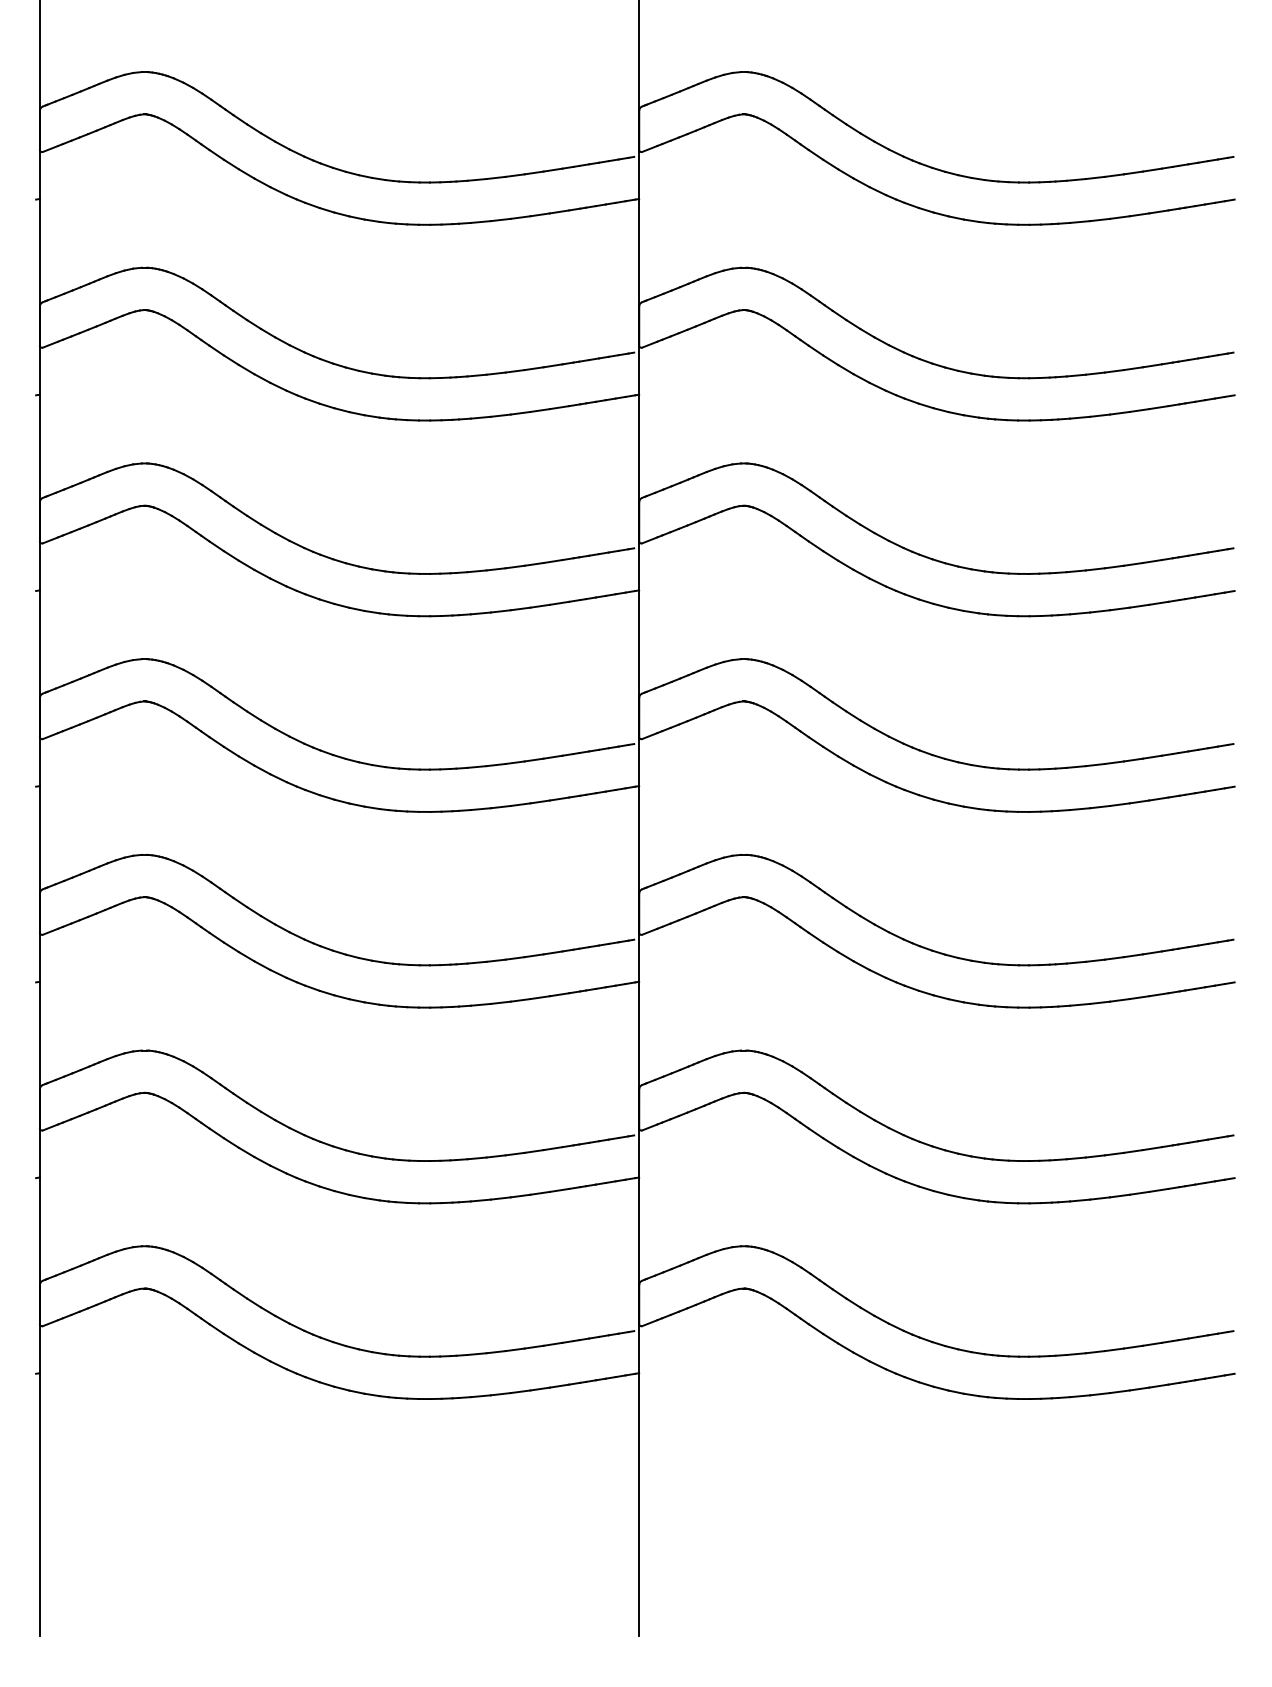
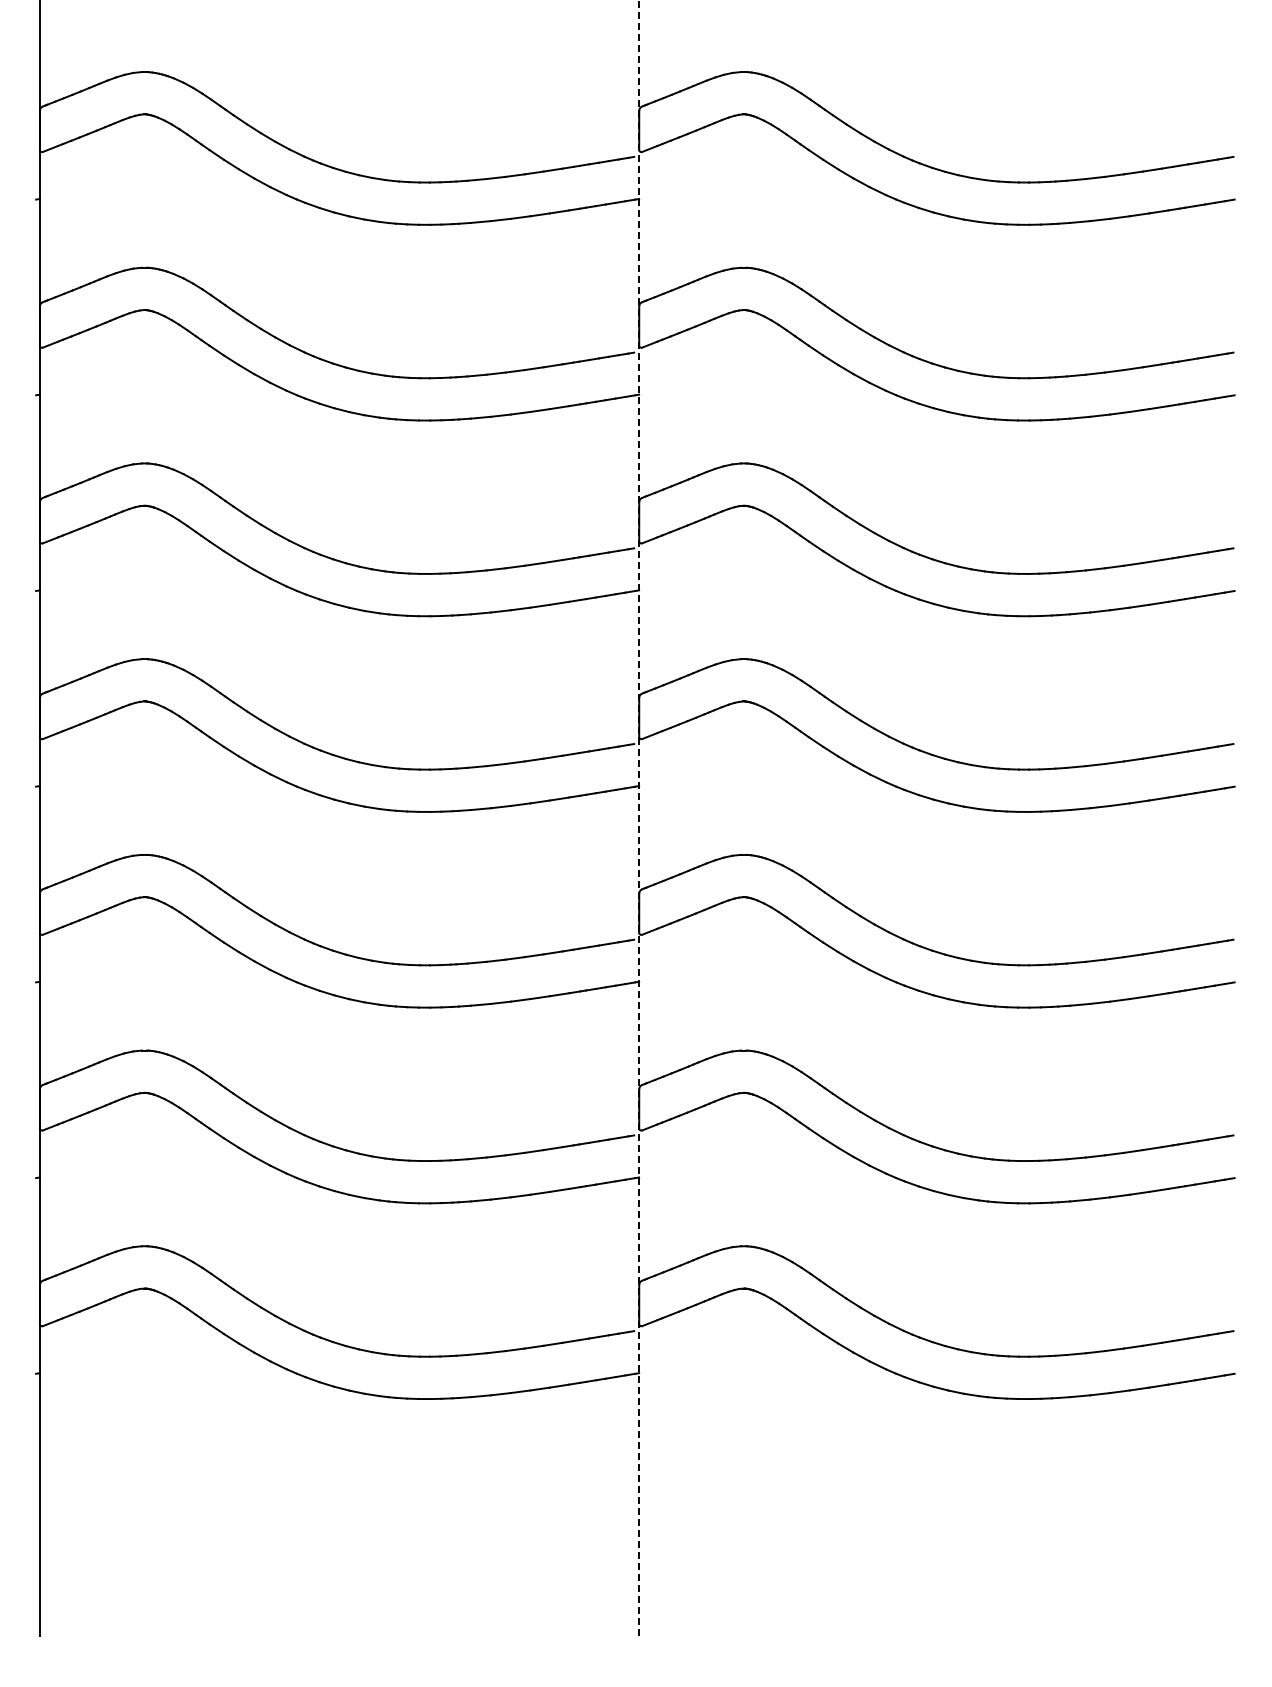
line at (639, 818): solid -> dashed
